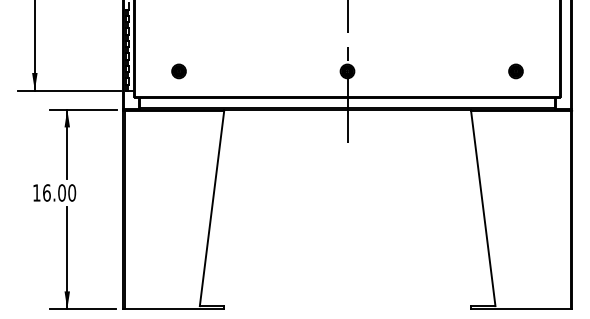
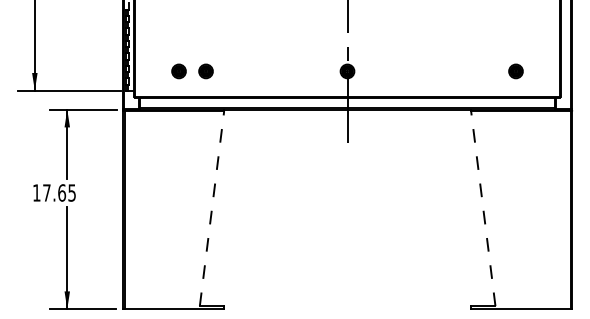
part at (205, 71): none -> present
text at (59, 192): 16.00 -> 17.65
line at (212, 208): solid -> dashed
line at (483, 208): solid -> dashed
